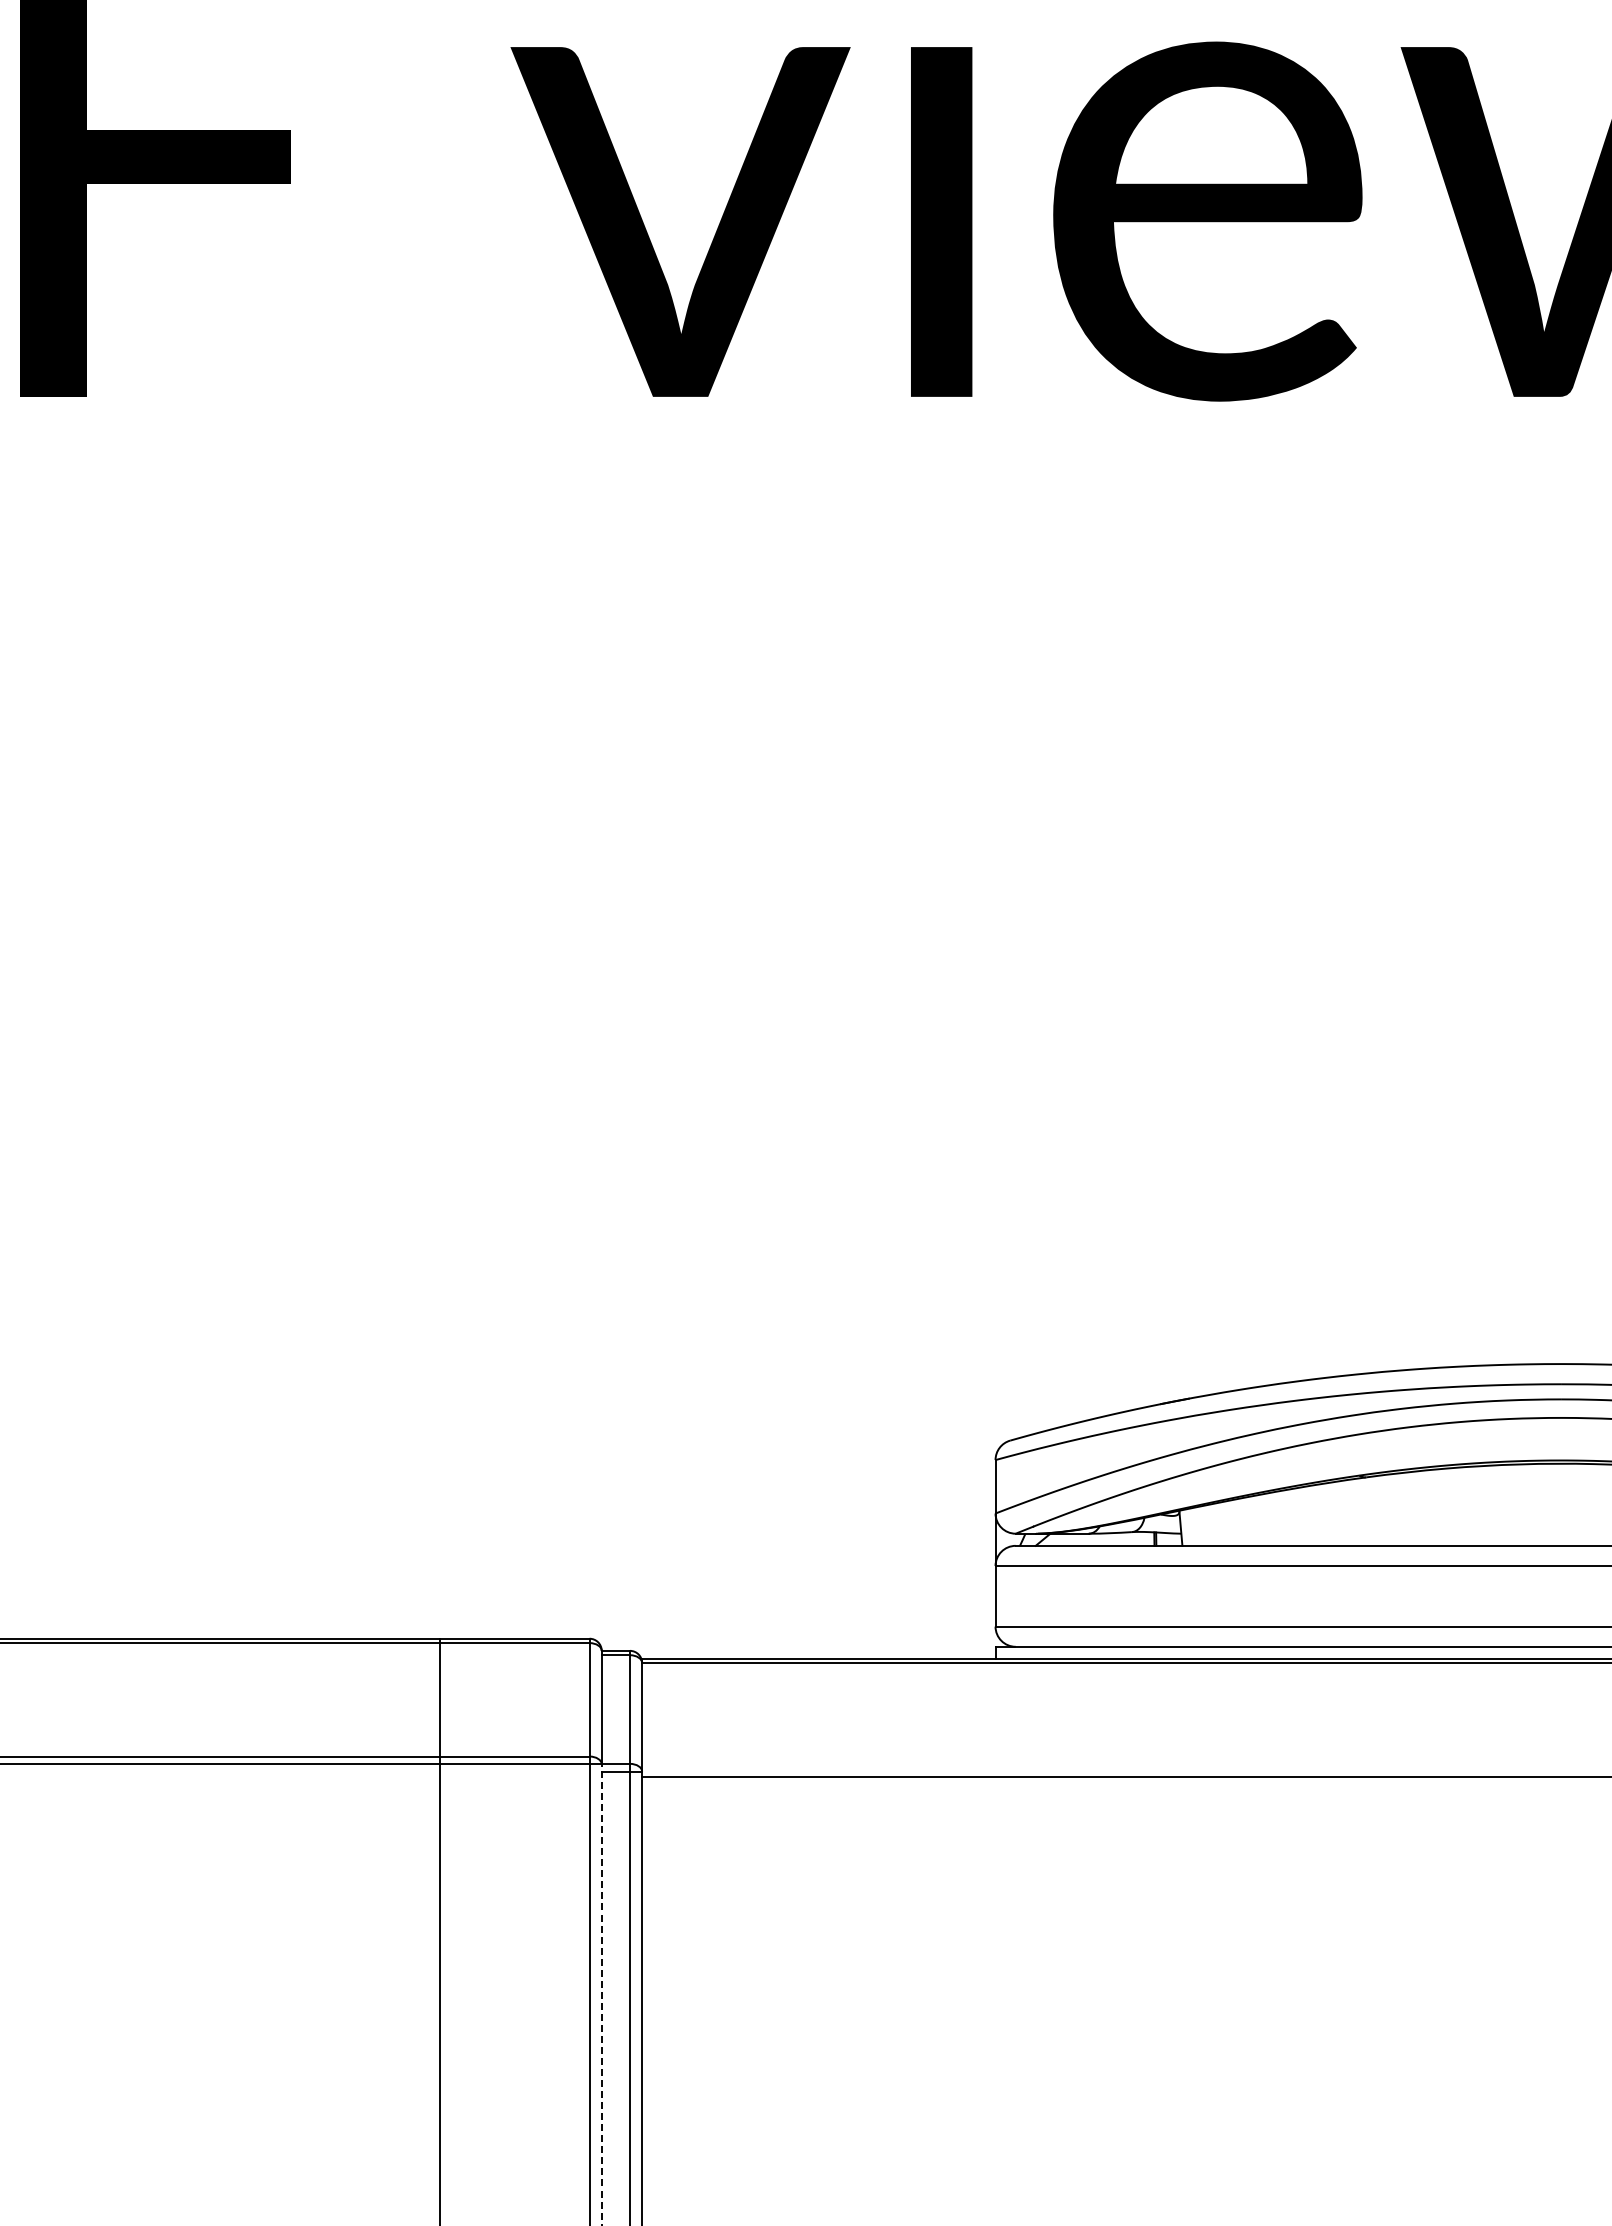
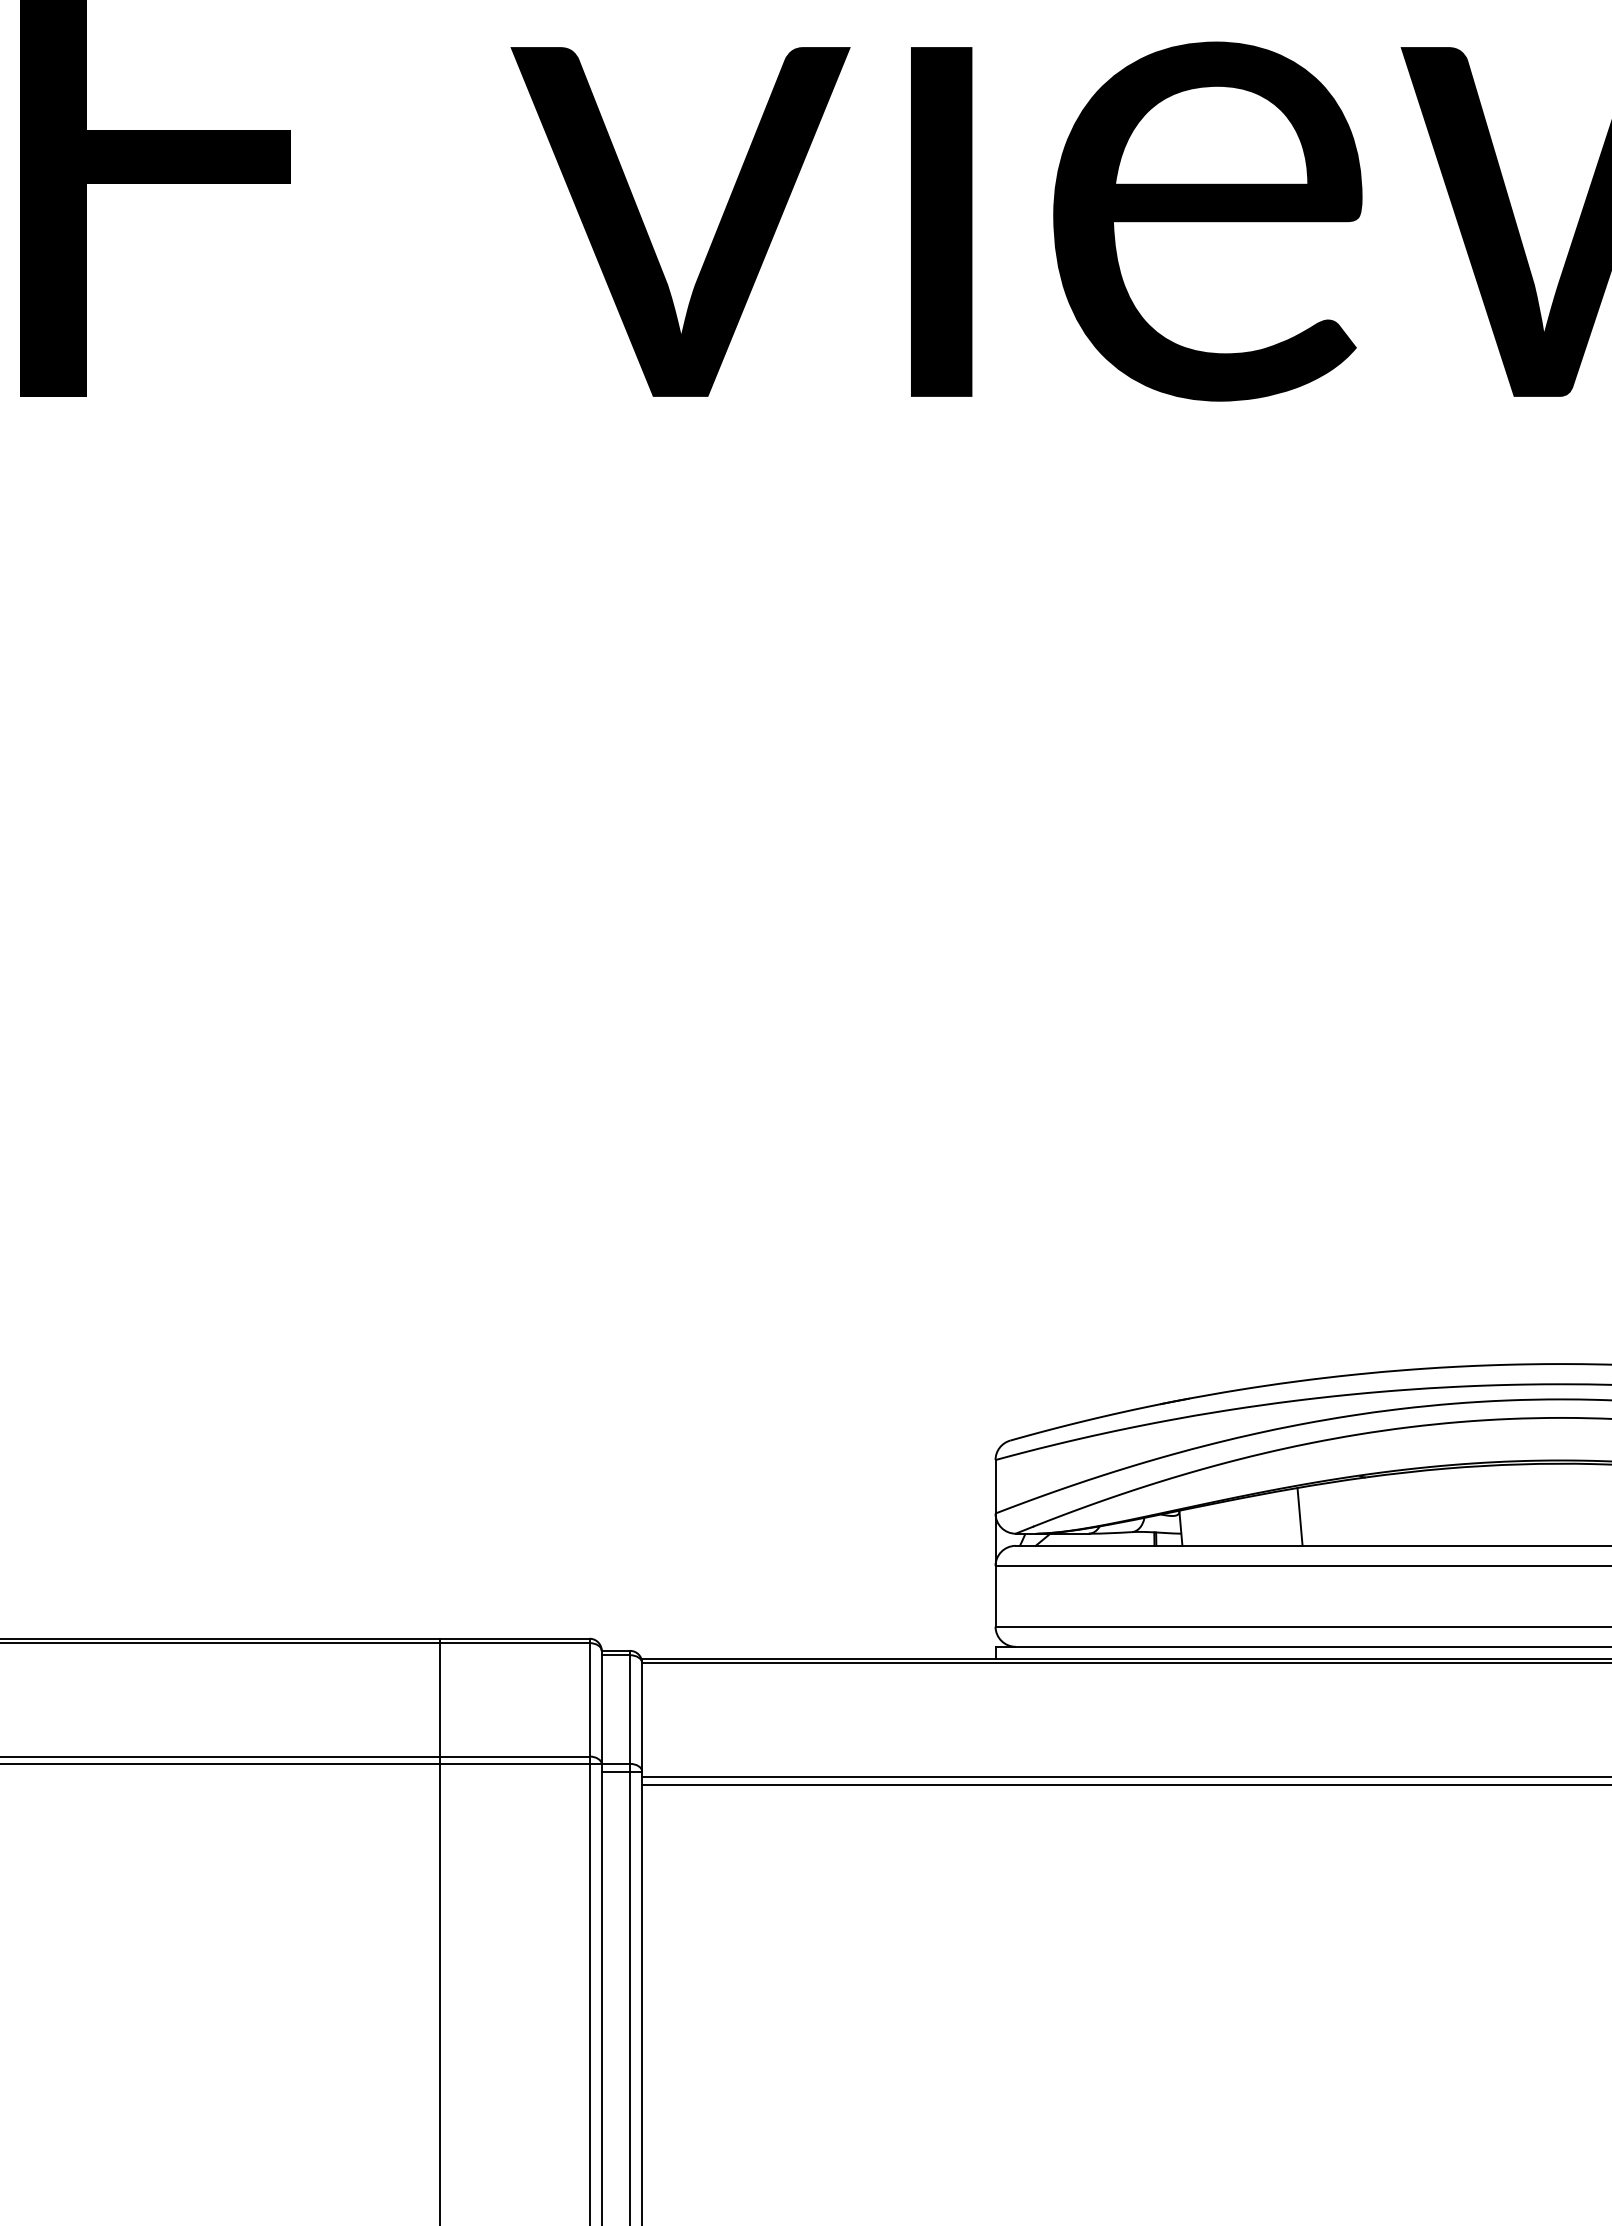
line at (1299, 1516): none -> present
line at (1125, 1784): none -> present
line at (601, 1994): dashed -> solid
